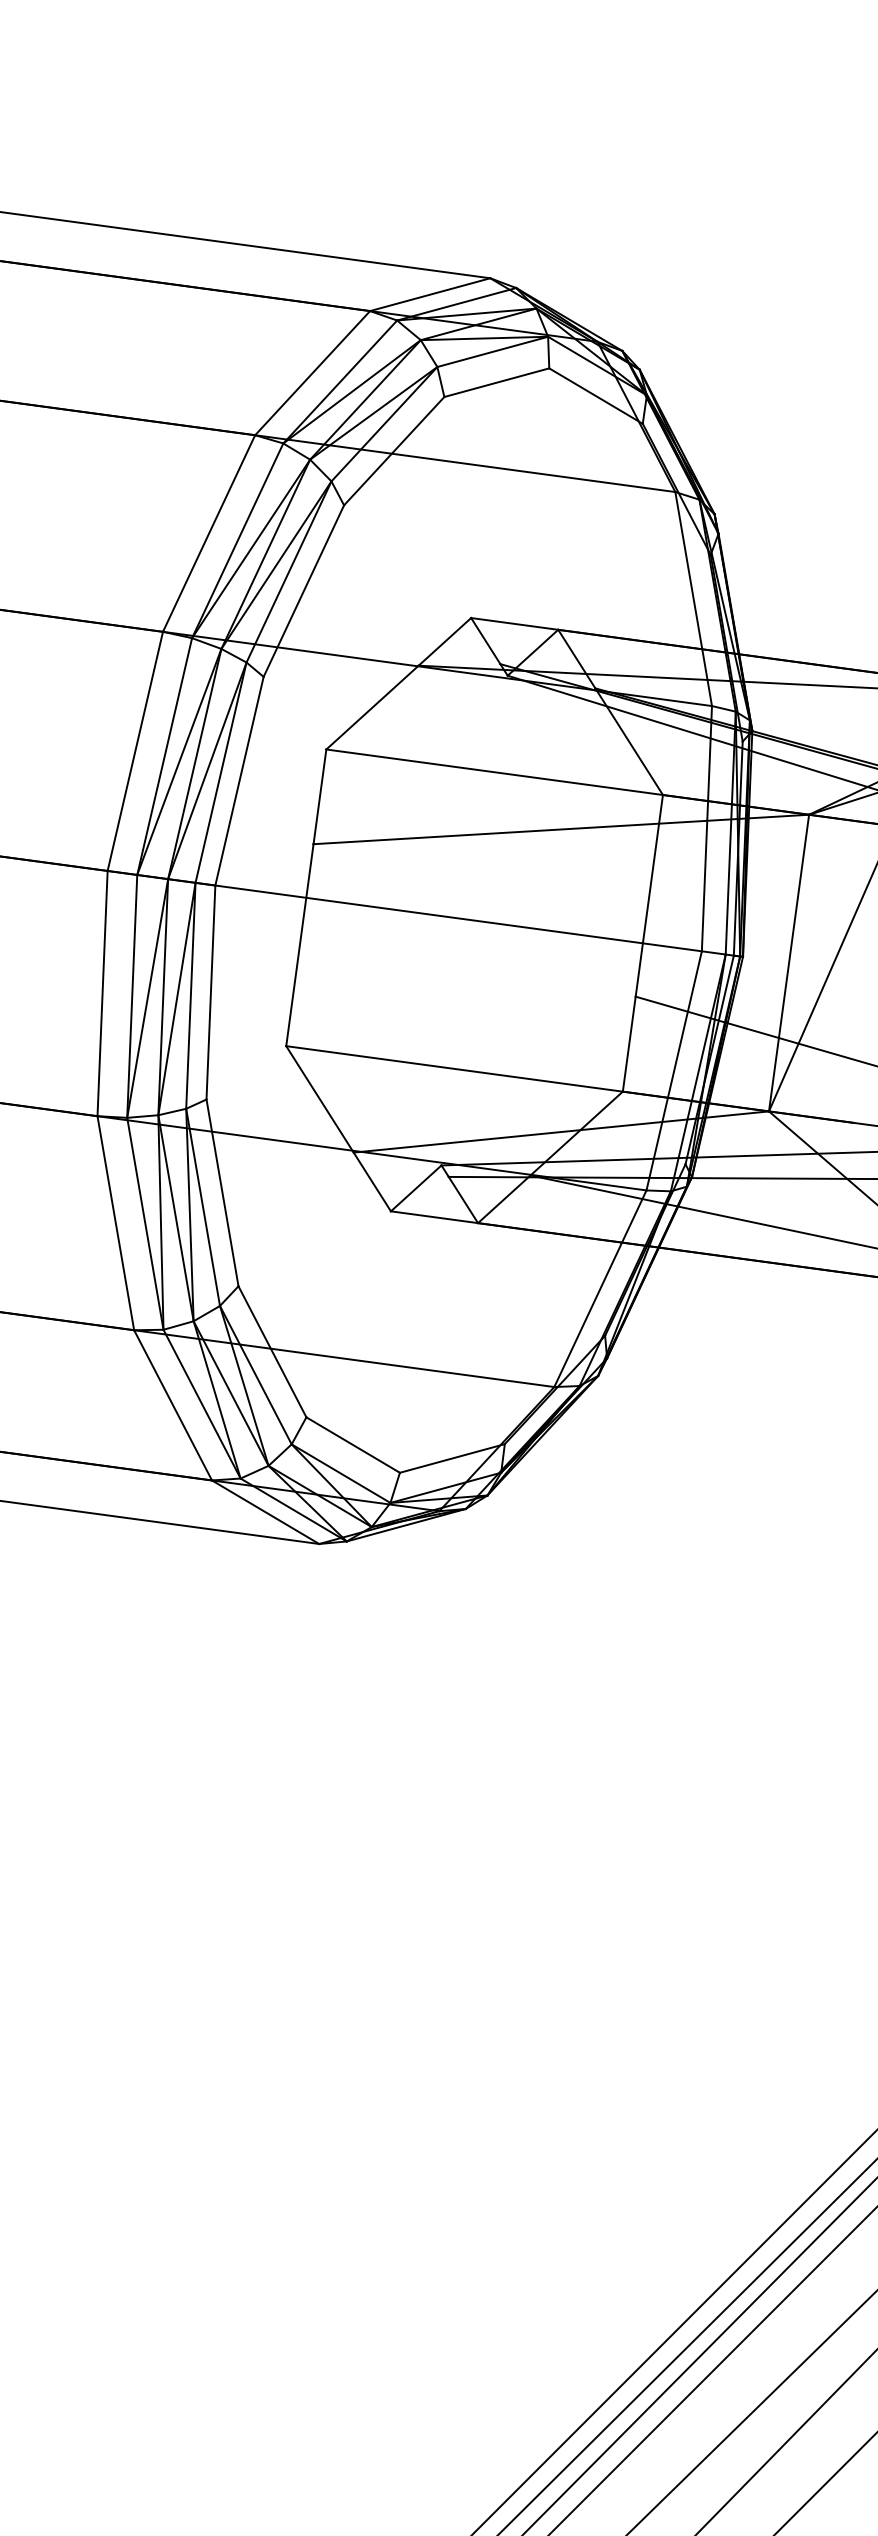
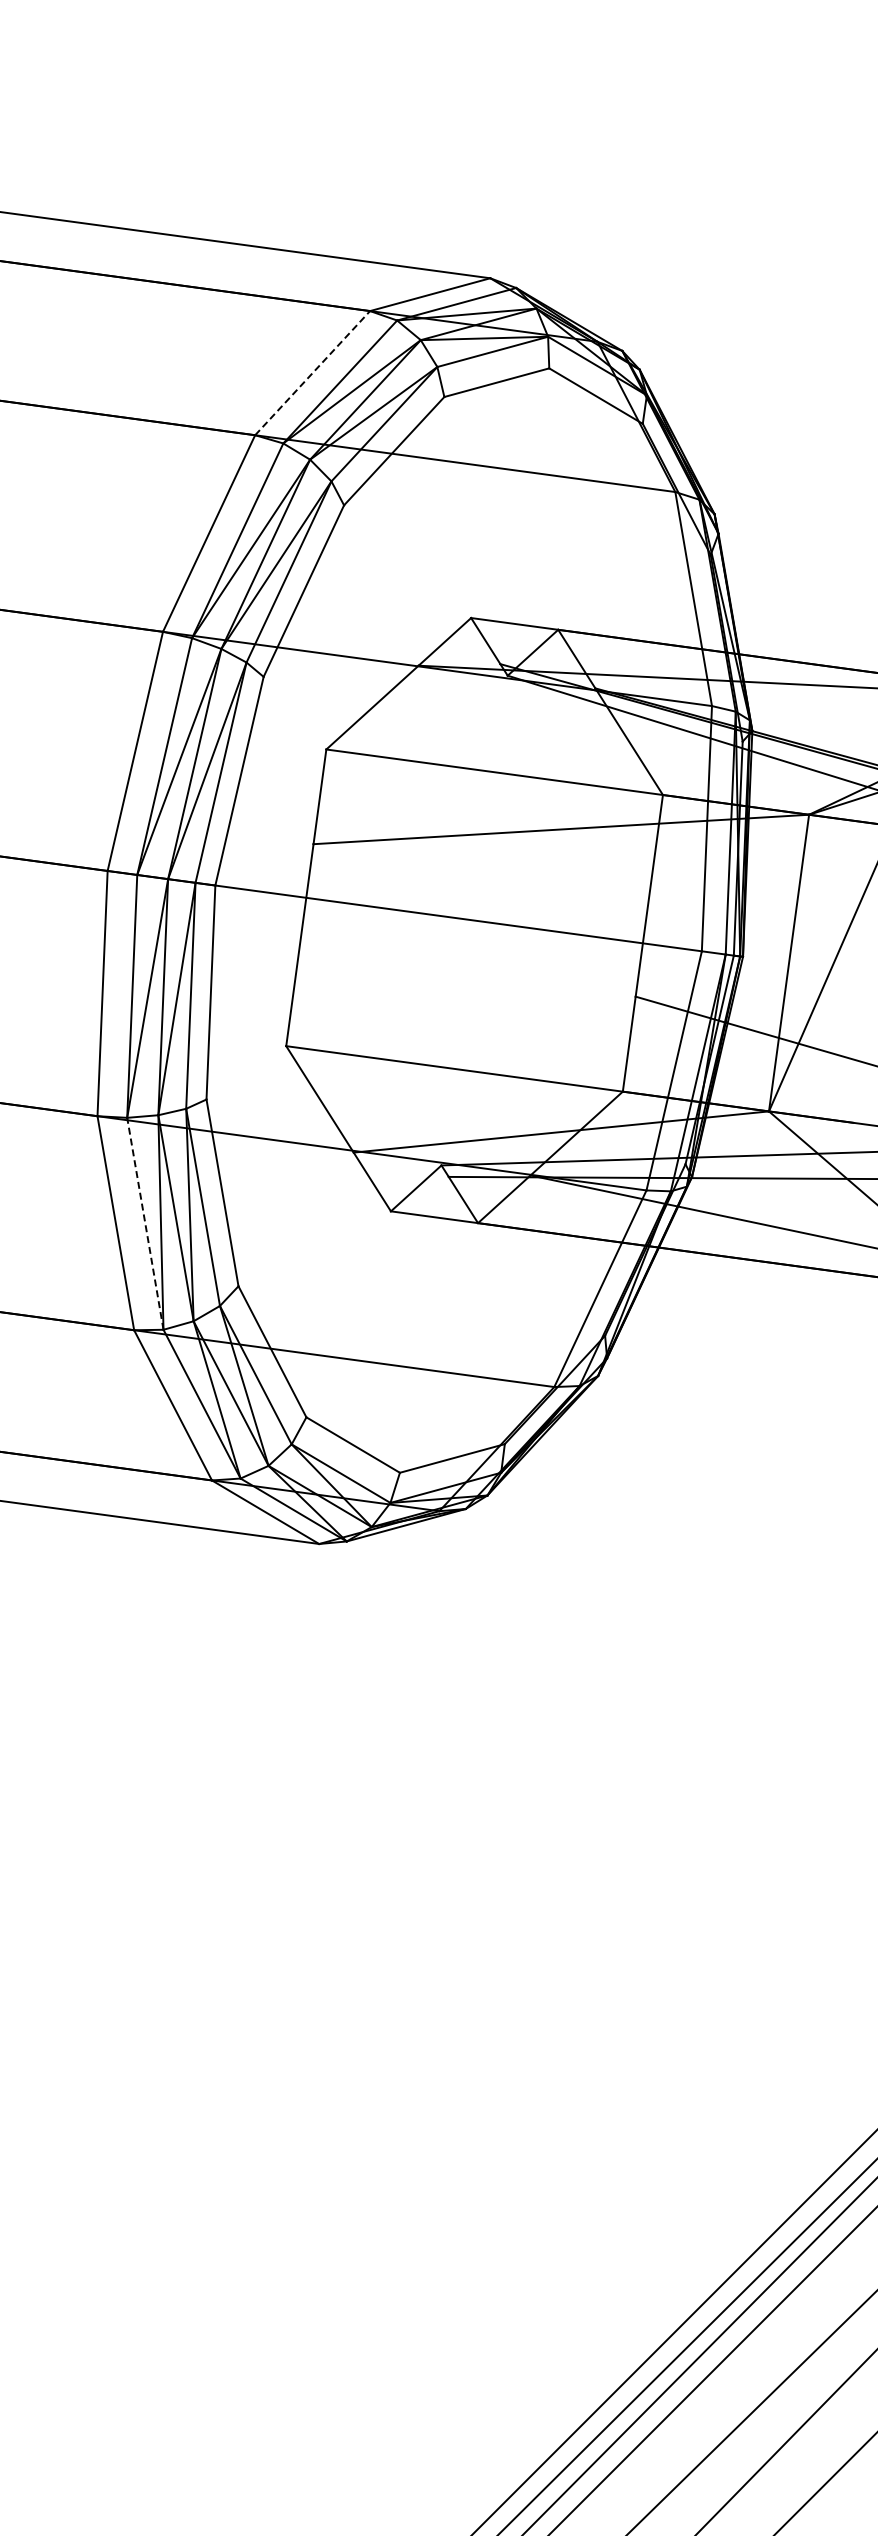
line at (312, 373): solid -> dashed
line at (145, 1223): solid -> dashed
